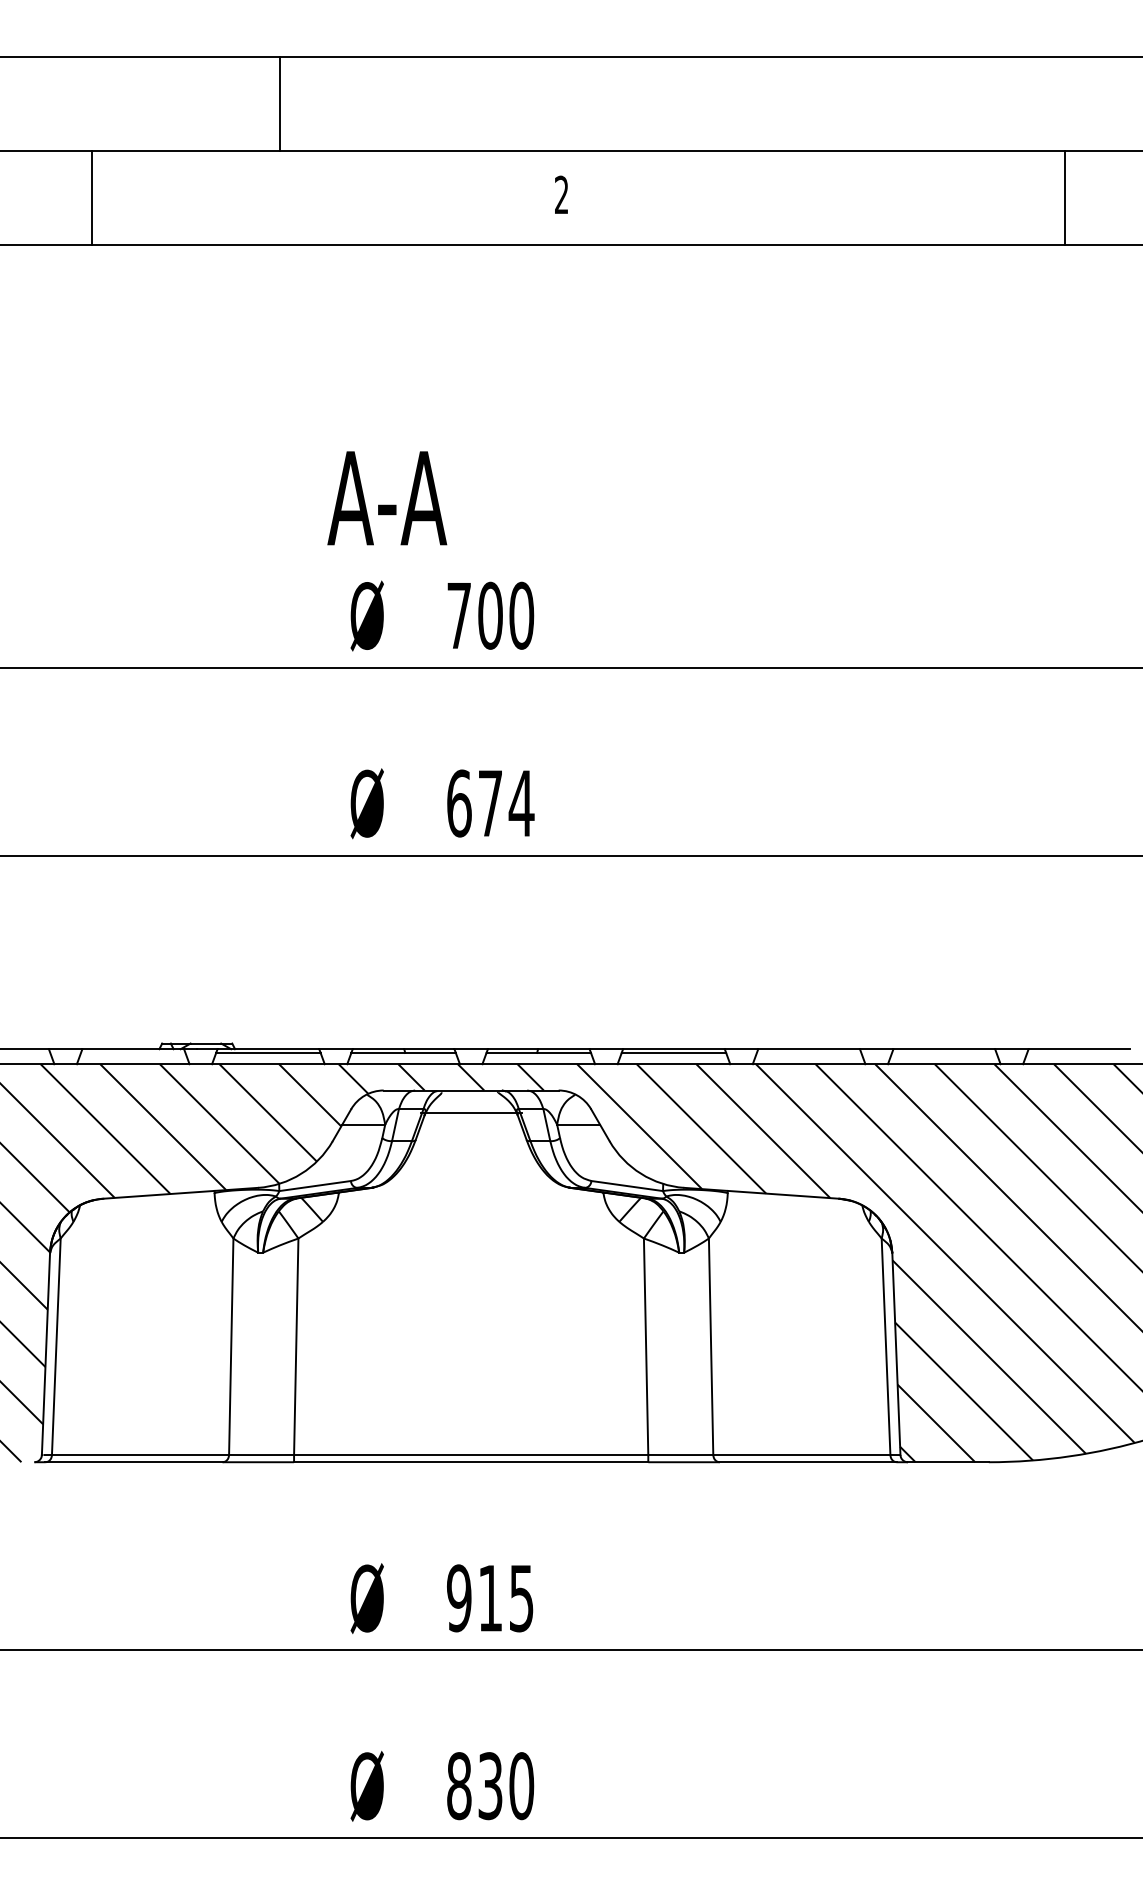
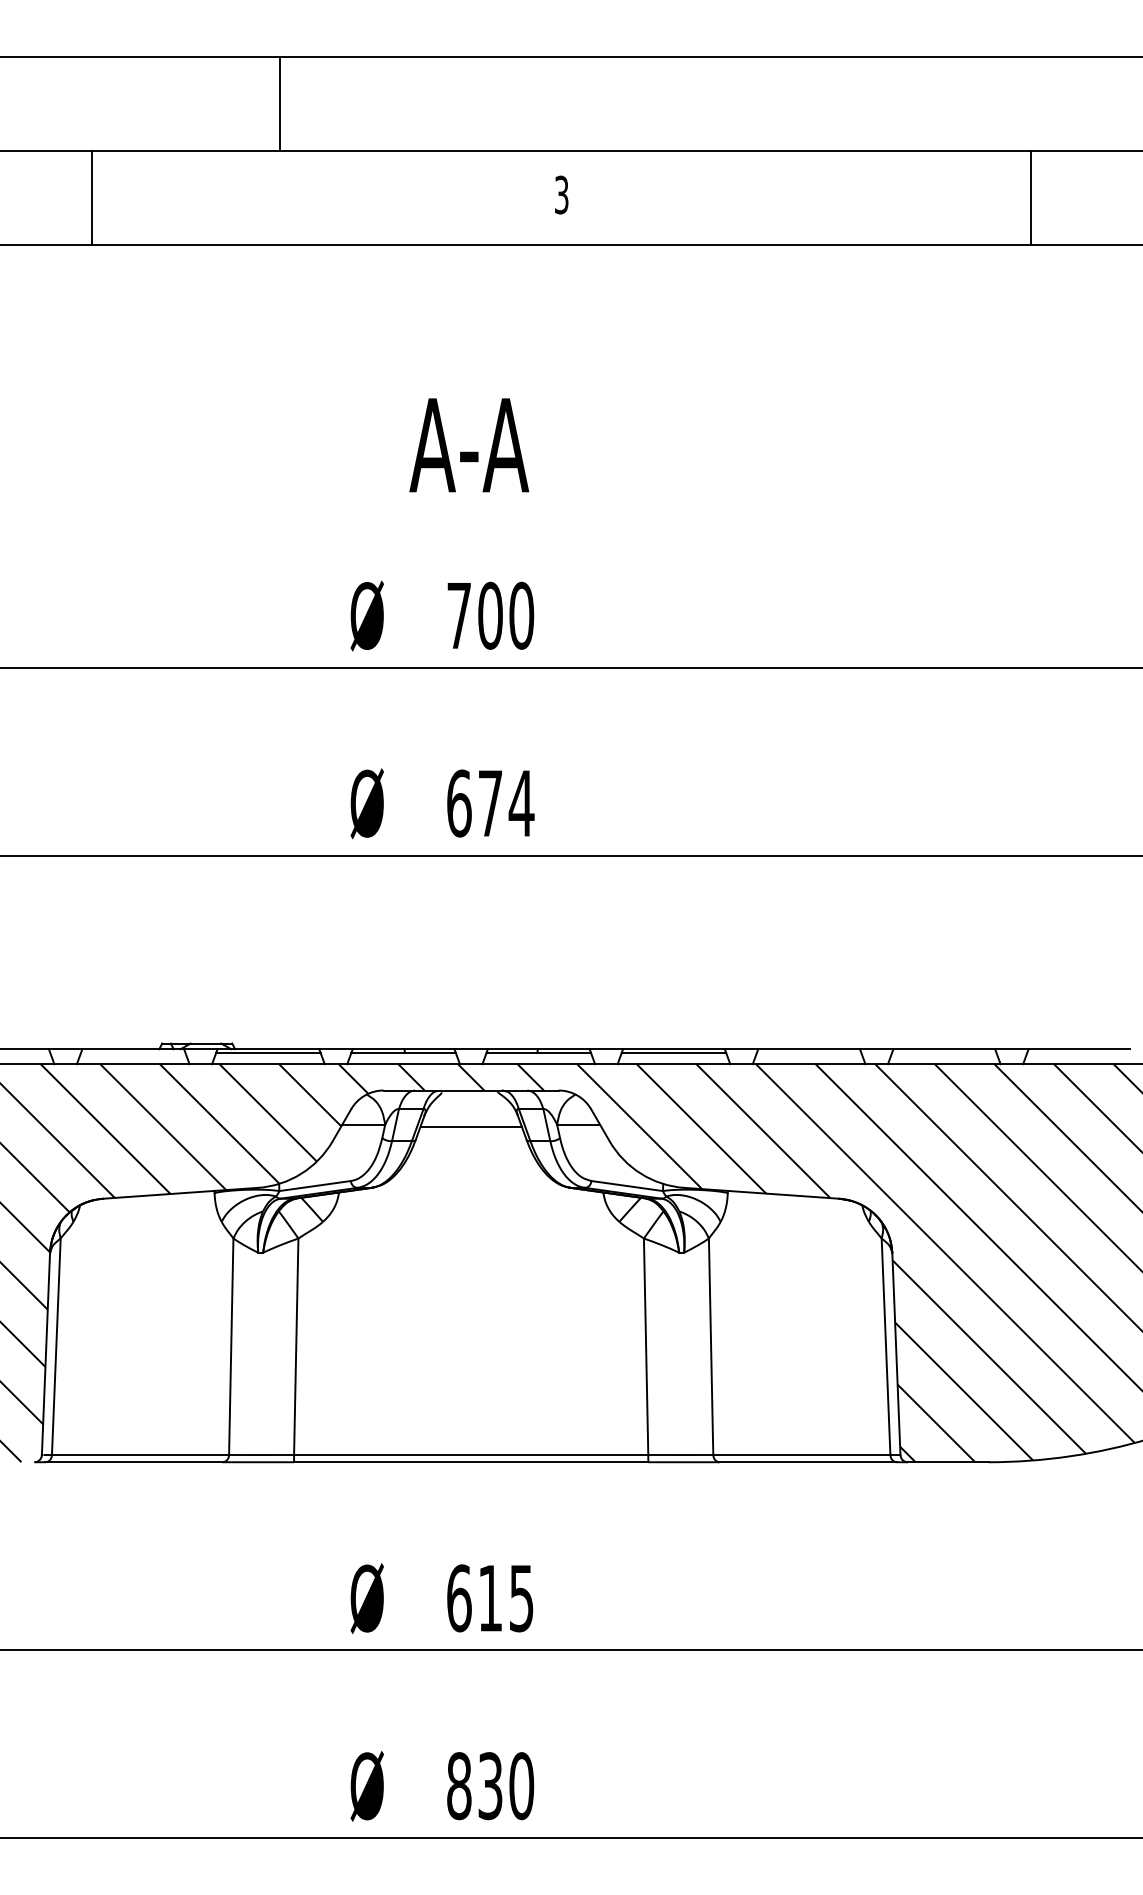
text at (561, 194): 2 -> 3
line at (1064, 197) position: (1064, 197) -> (1030, 197)
text at (387, 498) position: (387, 498) -> (469, 445)
line at (470, 1112) position: (470, 1112) -> (470, 1126)
text at (459, 1598): 915 -> 615
